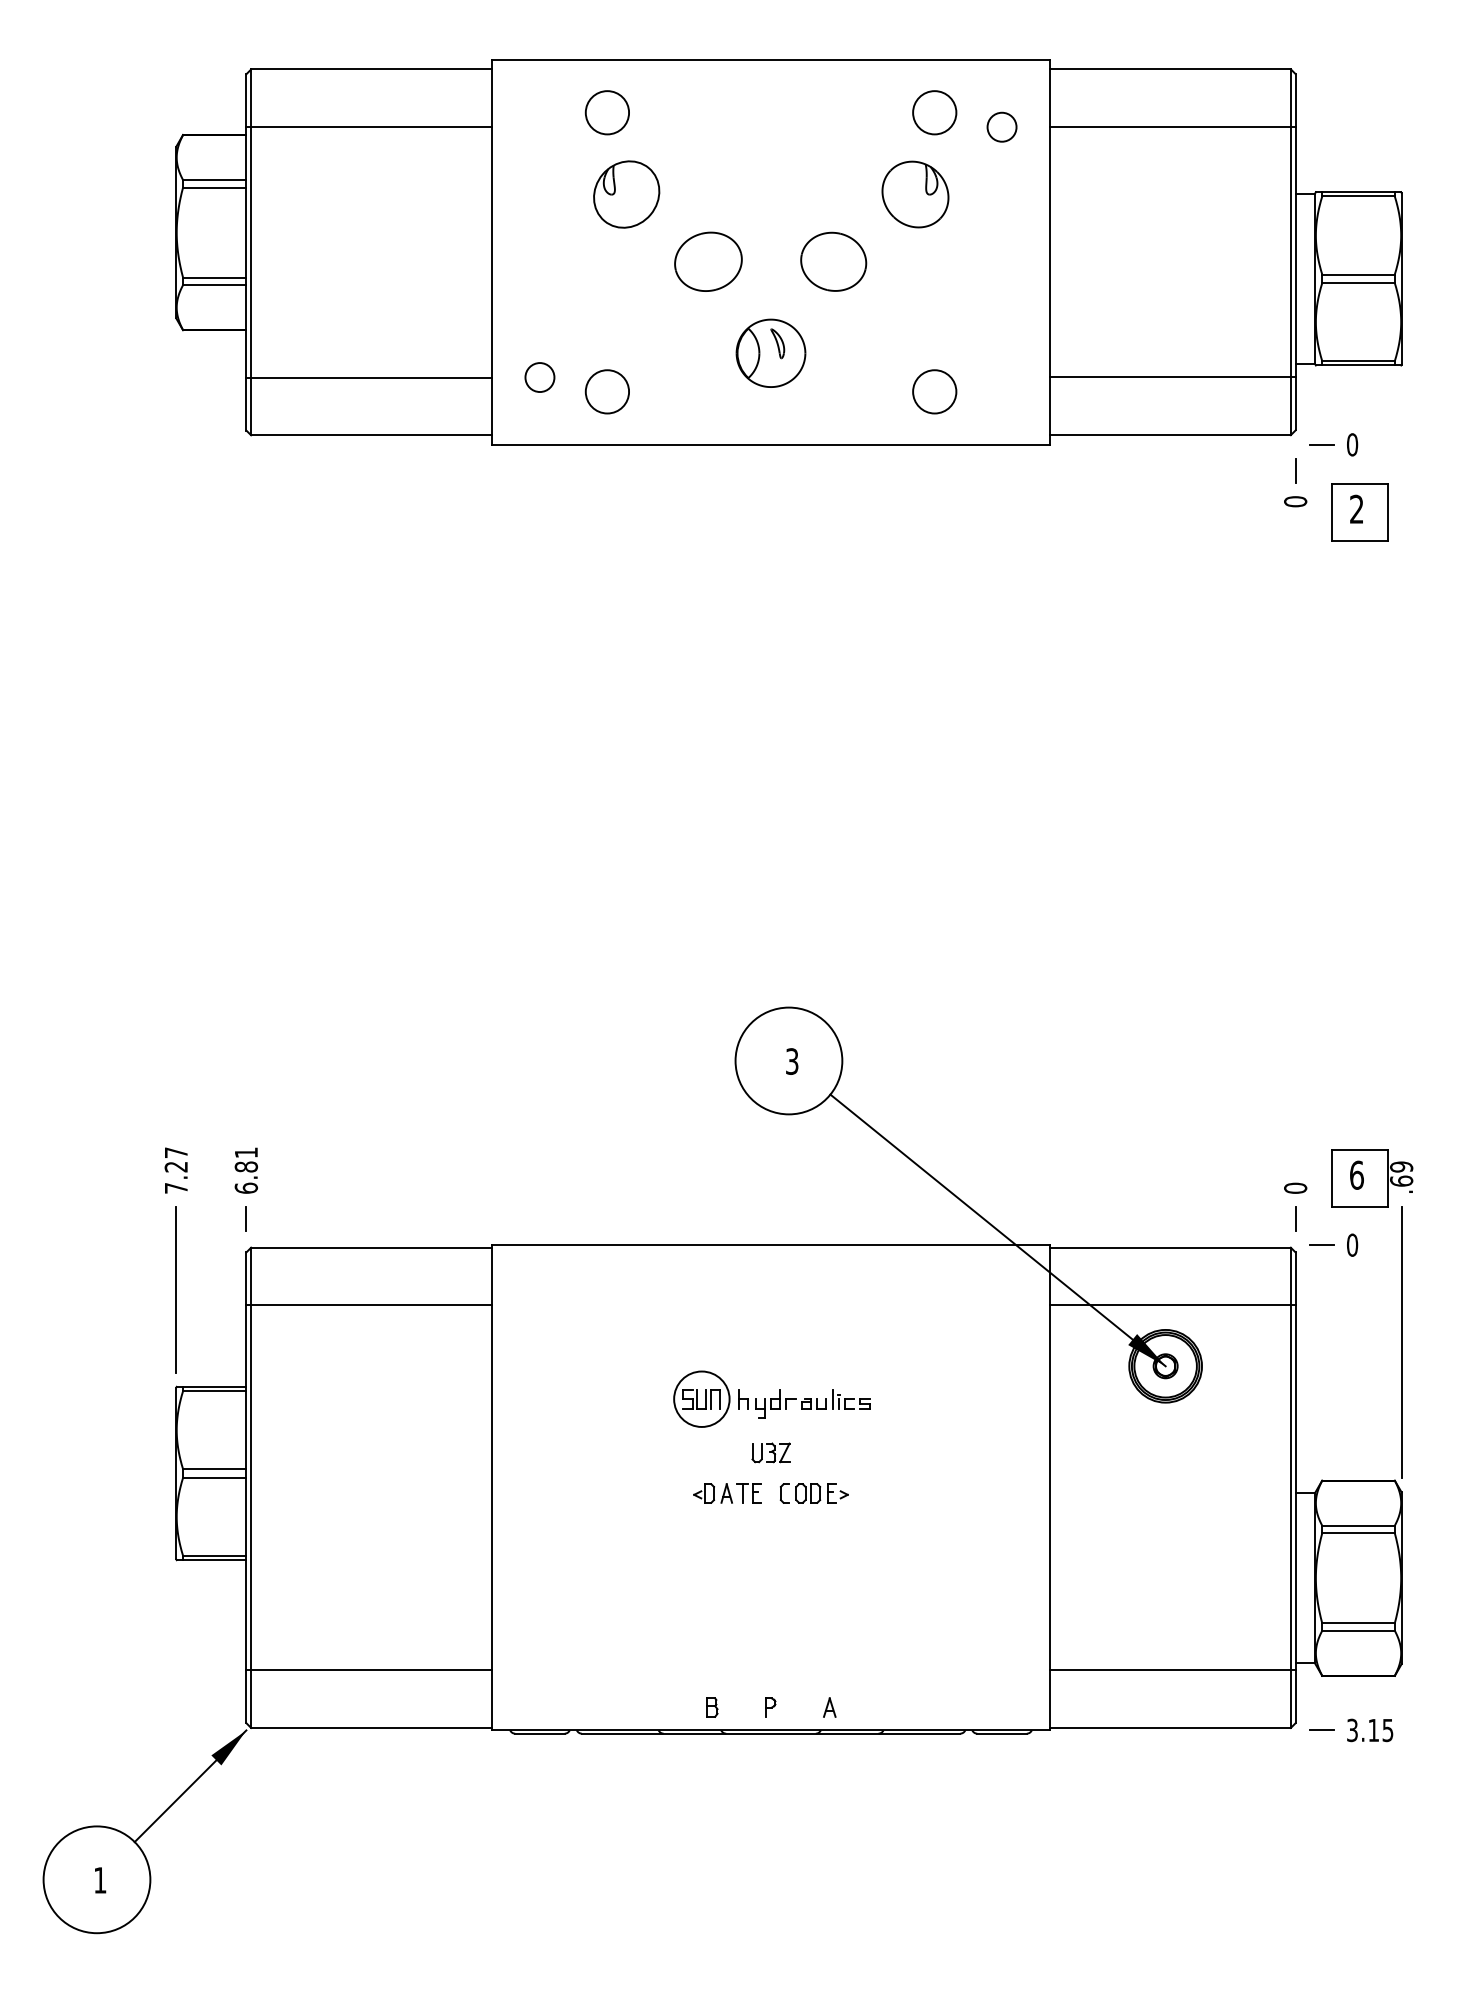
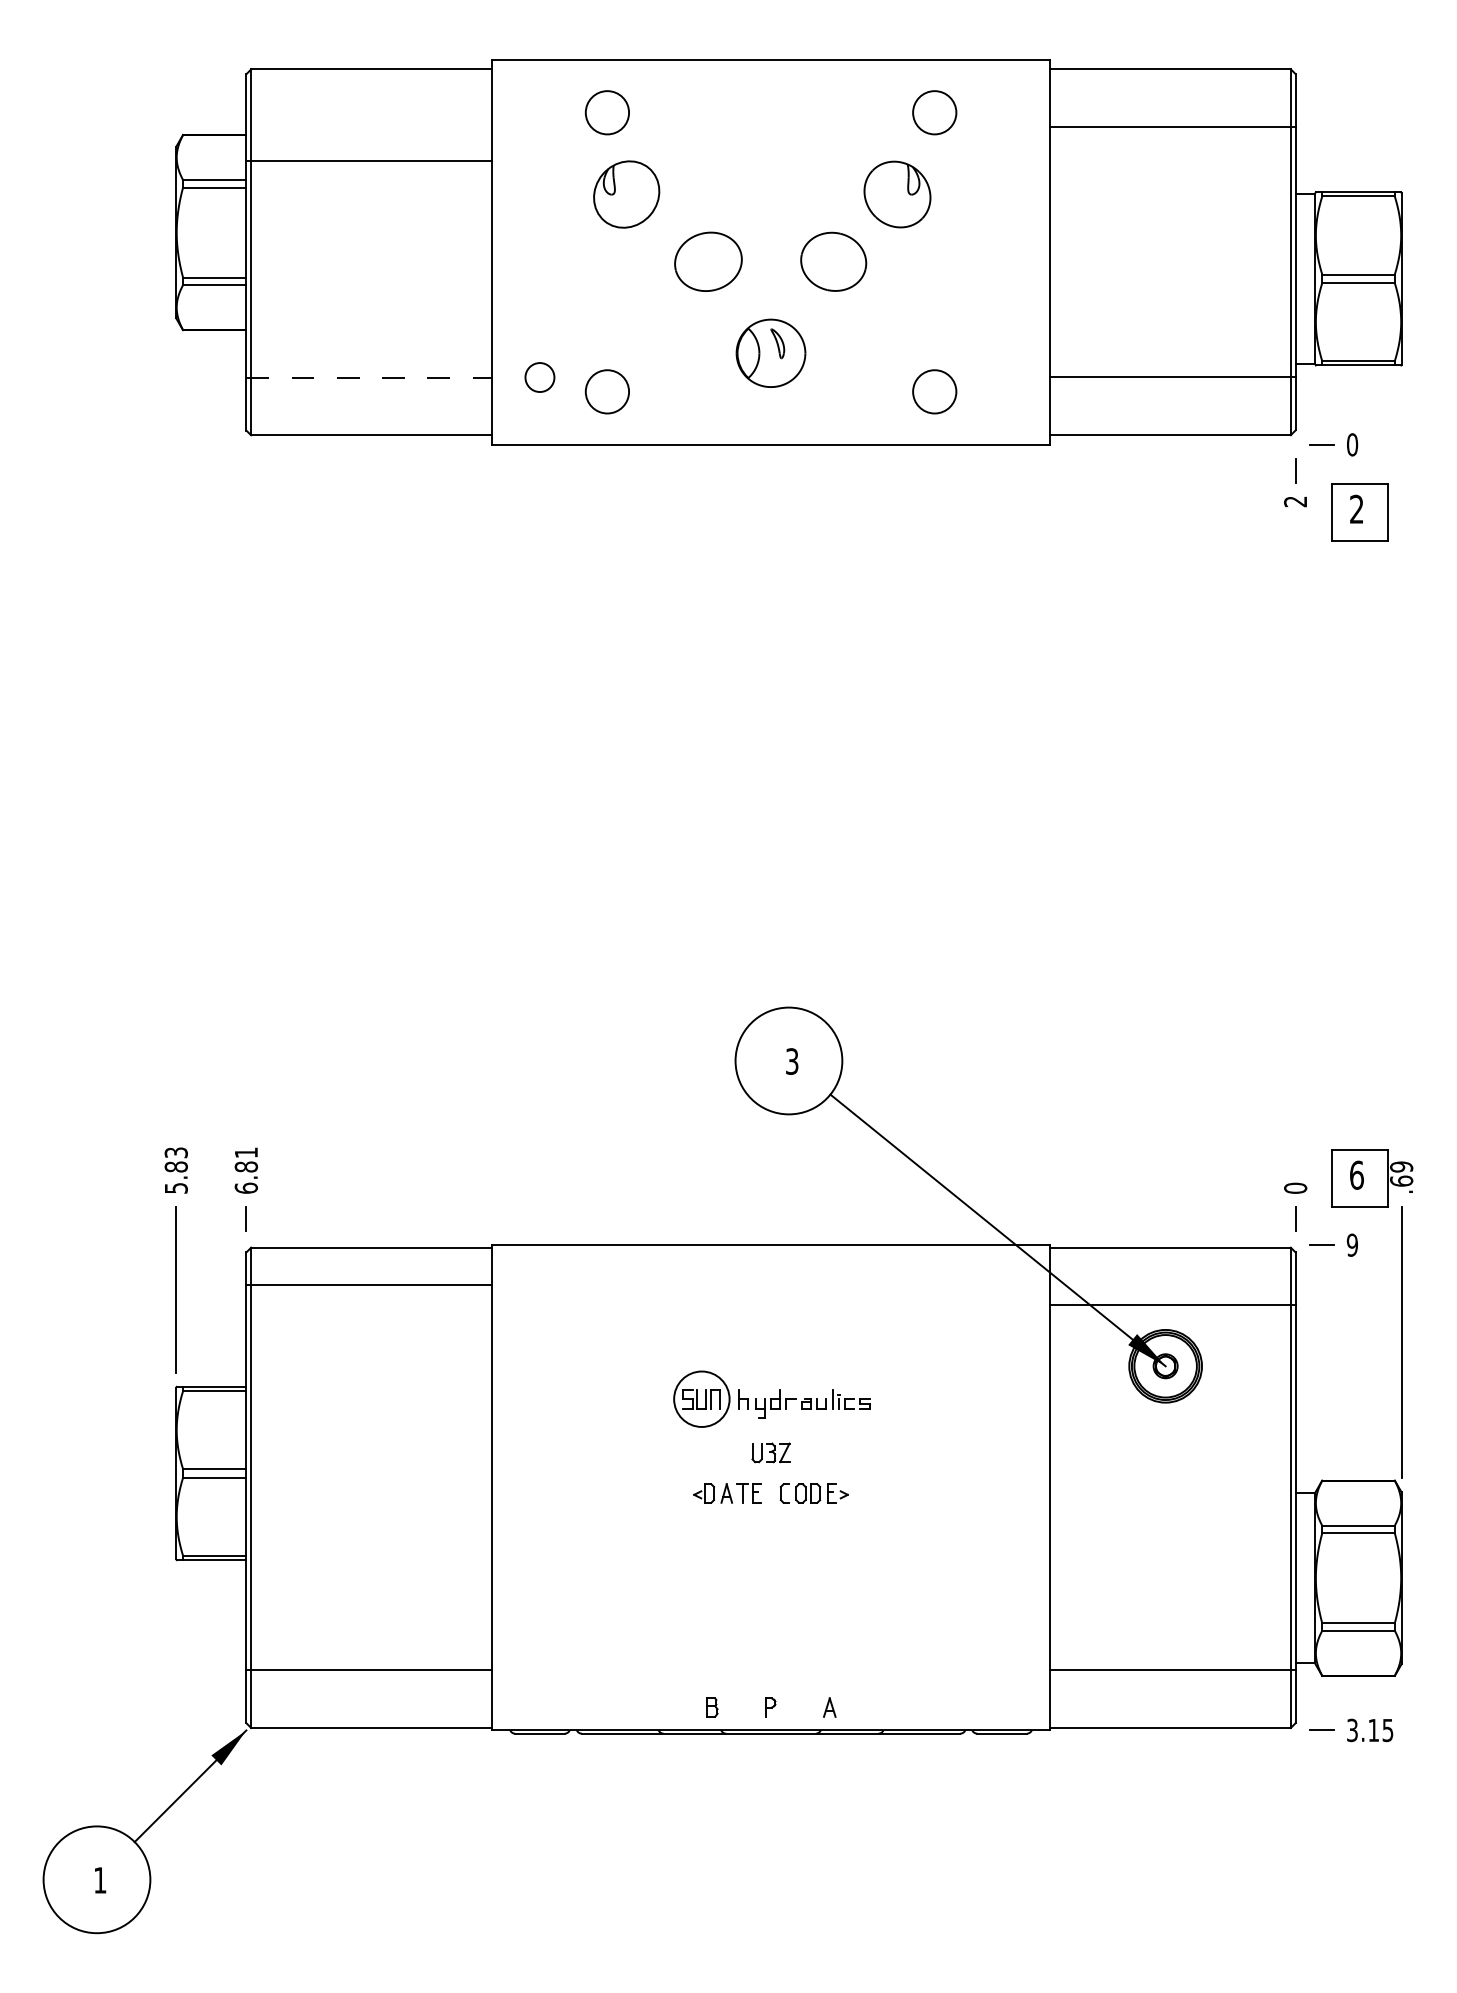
circle at (1001, 126): present -> none
line at (368, 127) position: (368, 127) -> (368, 161)
part at (915, 194) position: (915, 194) -> (897, 194)
line at (369, 377): solid -> dashed
text at (1295, 501): 0 -> 2
text at (175, 1170): 7.27 -> 5.83
text at (1352, 1245): 0 -> 9
line at (368, 1305) position: (368, 1305) -> (368, 1285)
